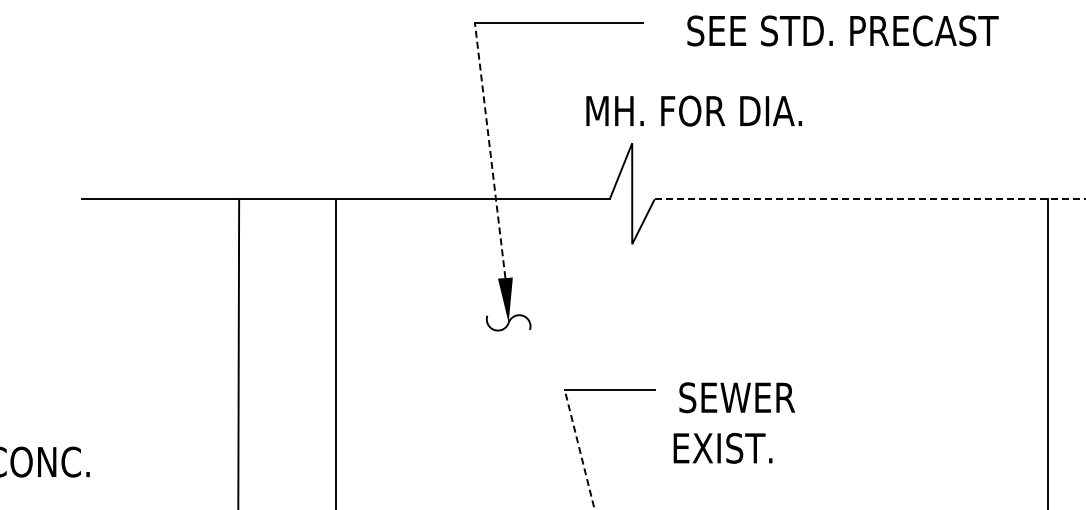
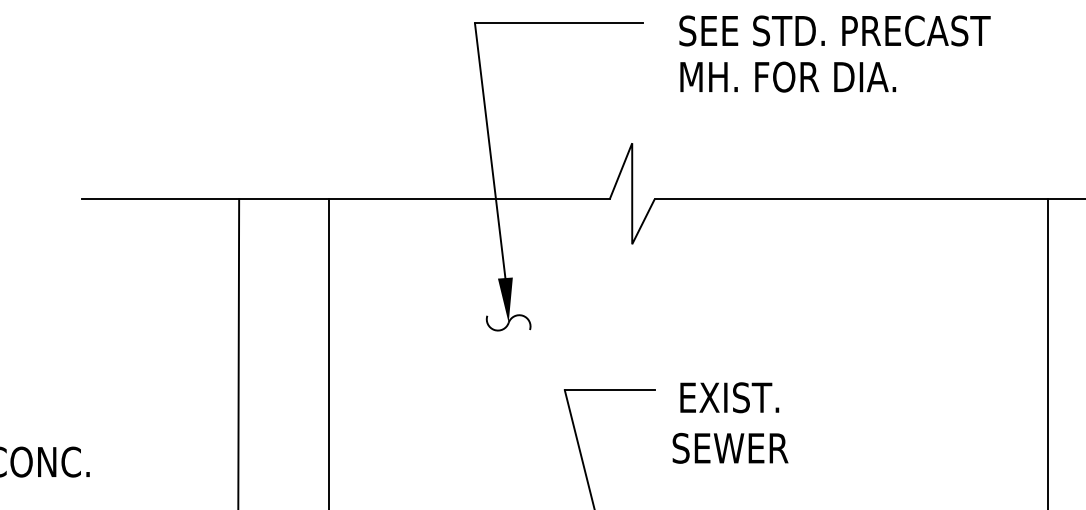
text at (842, 30) position: (842, 30) -> (834, 30)
text at (694, 110) position: (694, 110) -> (788, 76)
line at (490, 150): dashed -> solid
line at (870, 199): dashed -> solid
line at (335, 352) position: (335, 352) -> (328, 352)
text at (737, 397): SEWER -> EXIST.
text at (730, 447): EXIST. -> SEWER
line at (579, 449): dashed -> solid
